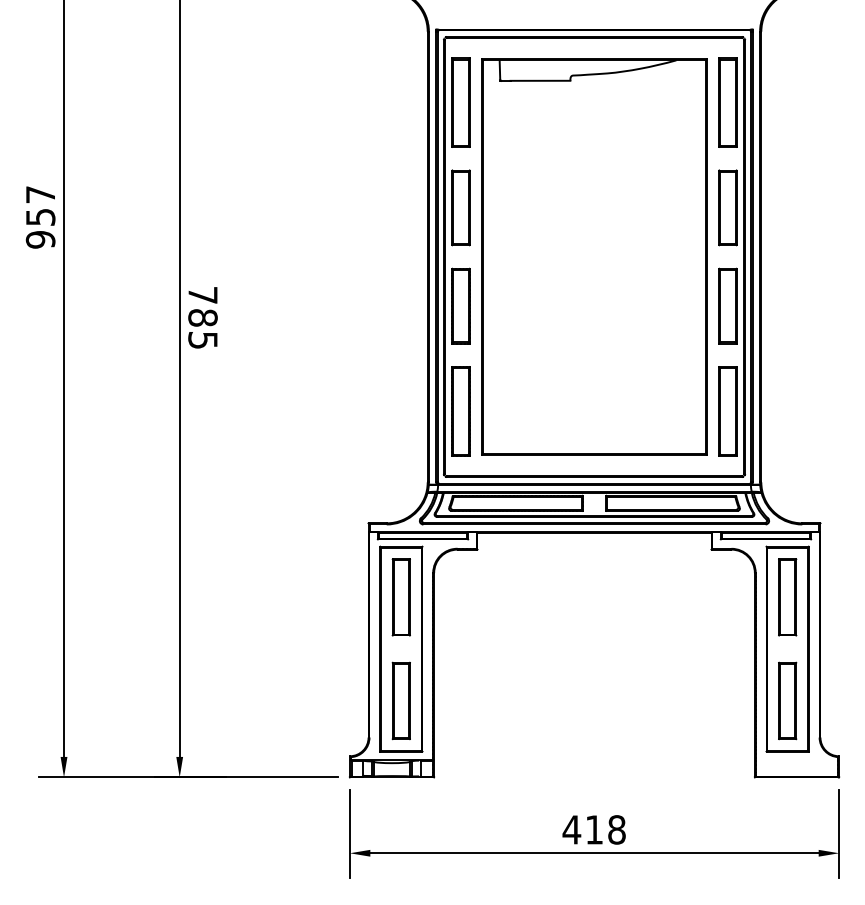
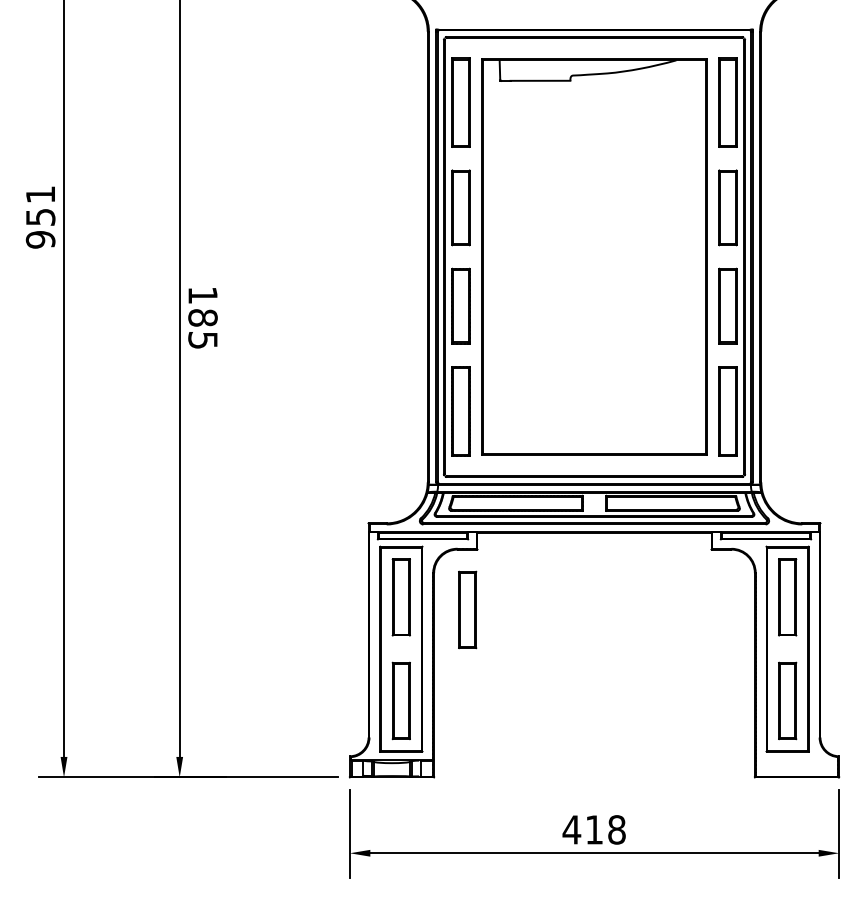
text at (40, 194): 957 -> 951
text at (202, 295): 785 -> 185
part at (467, 609): none -> present
